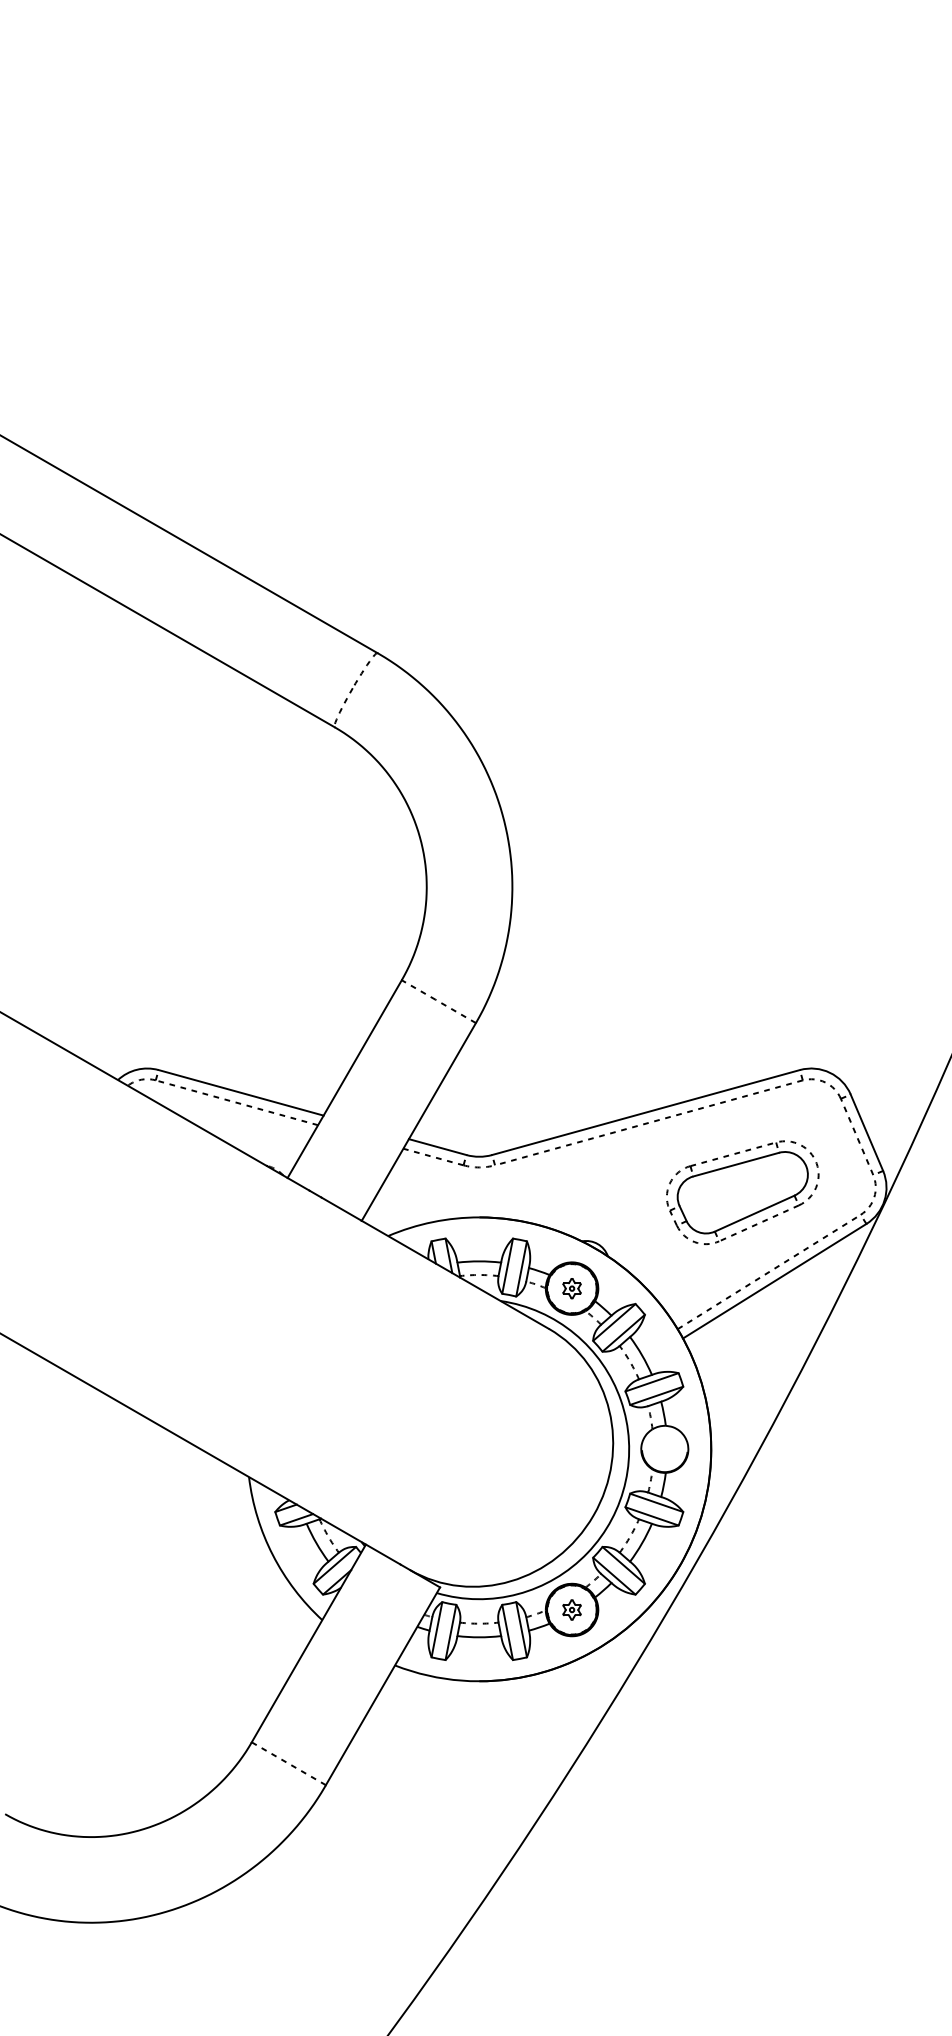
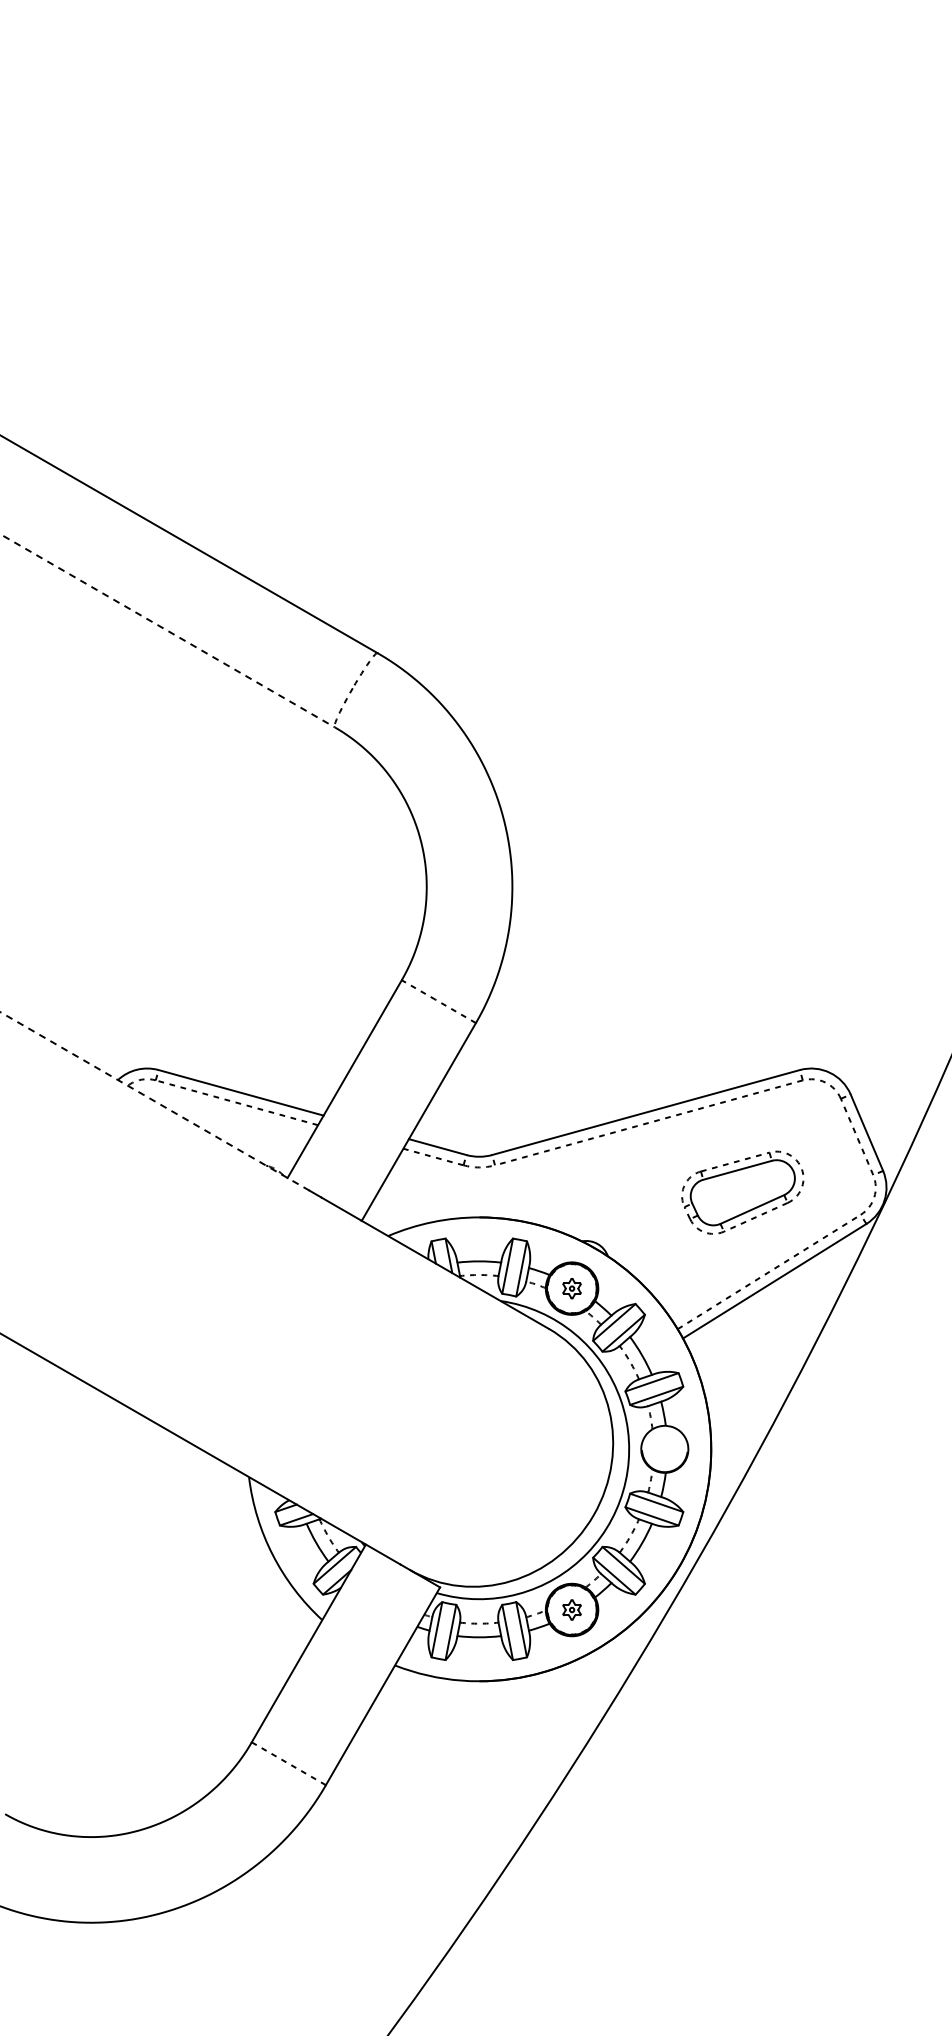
line at (167, 630): solid -> dashed
line at (154, 1101): solid -> dashed
part at (742, 1192) size: 154x106 px -> 124x85 px
